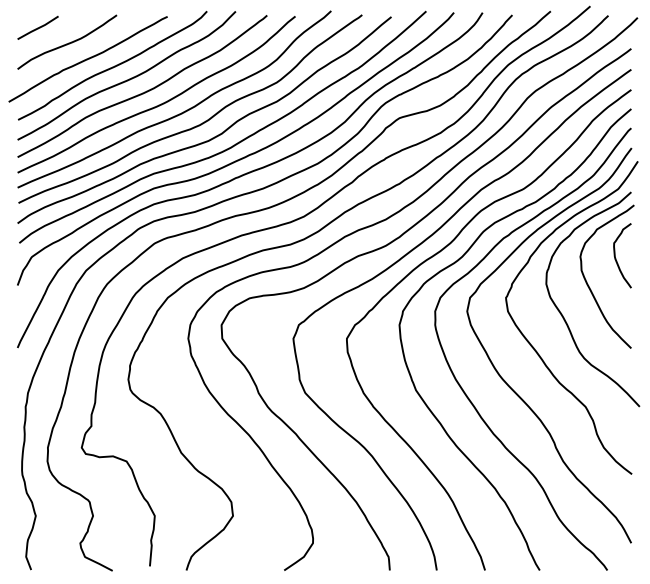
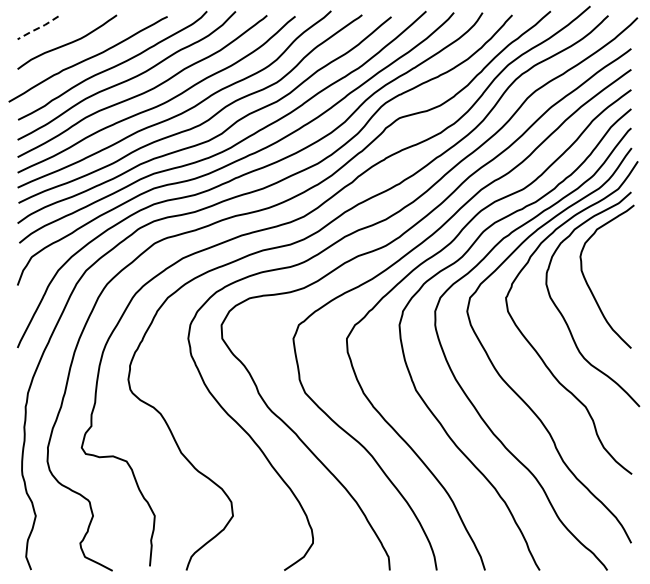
line at (38, 28): solid -> dashed
curve at (616, 258): present -> none
